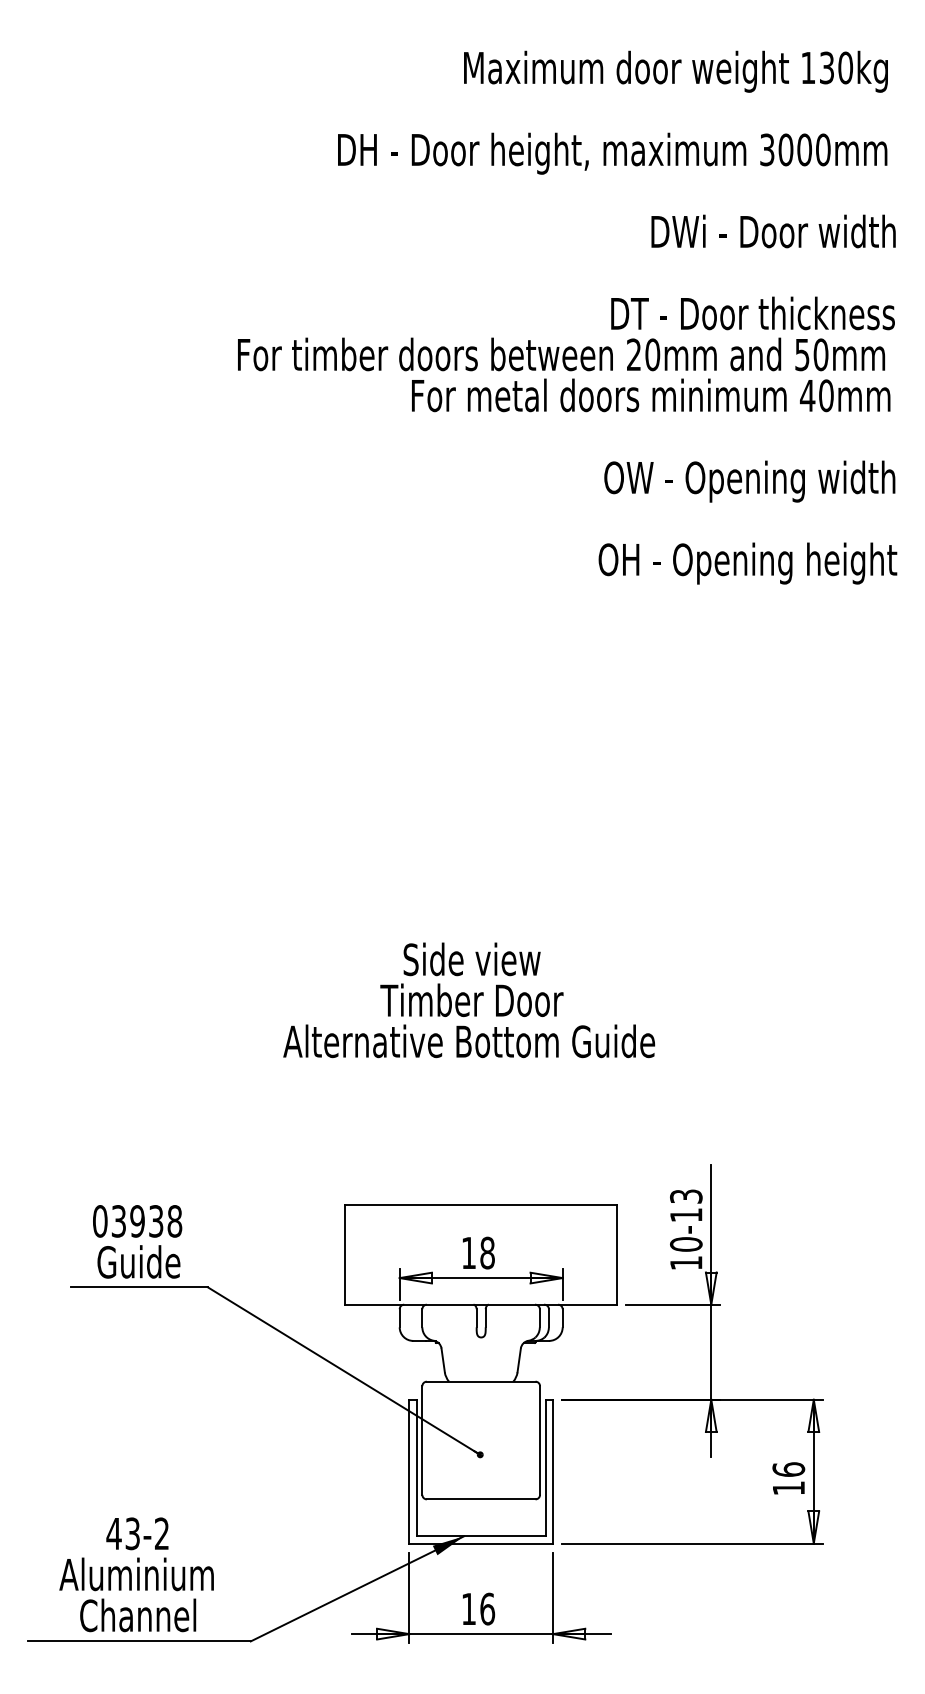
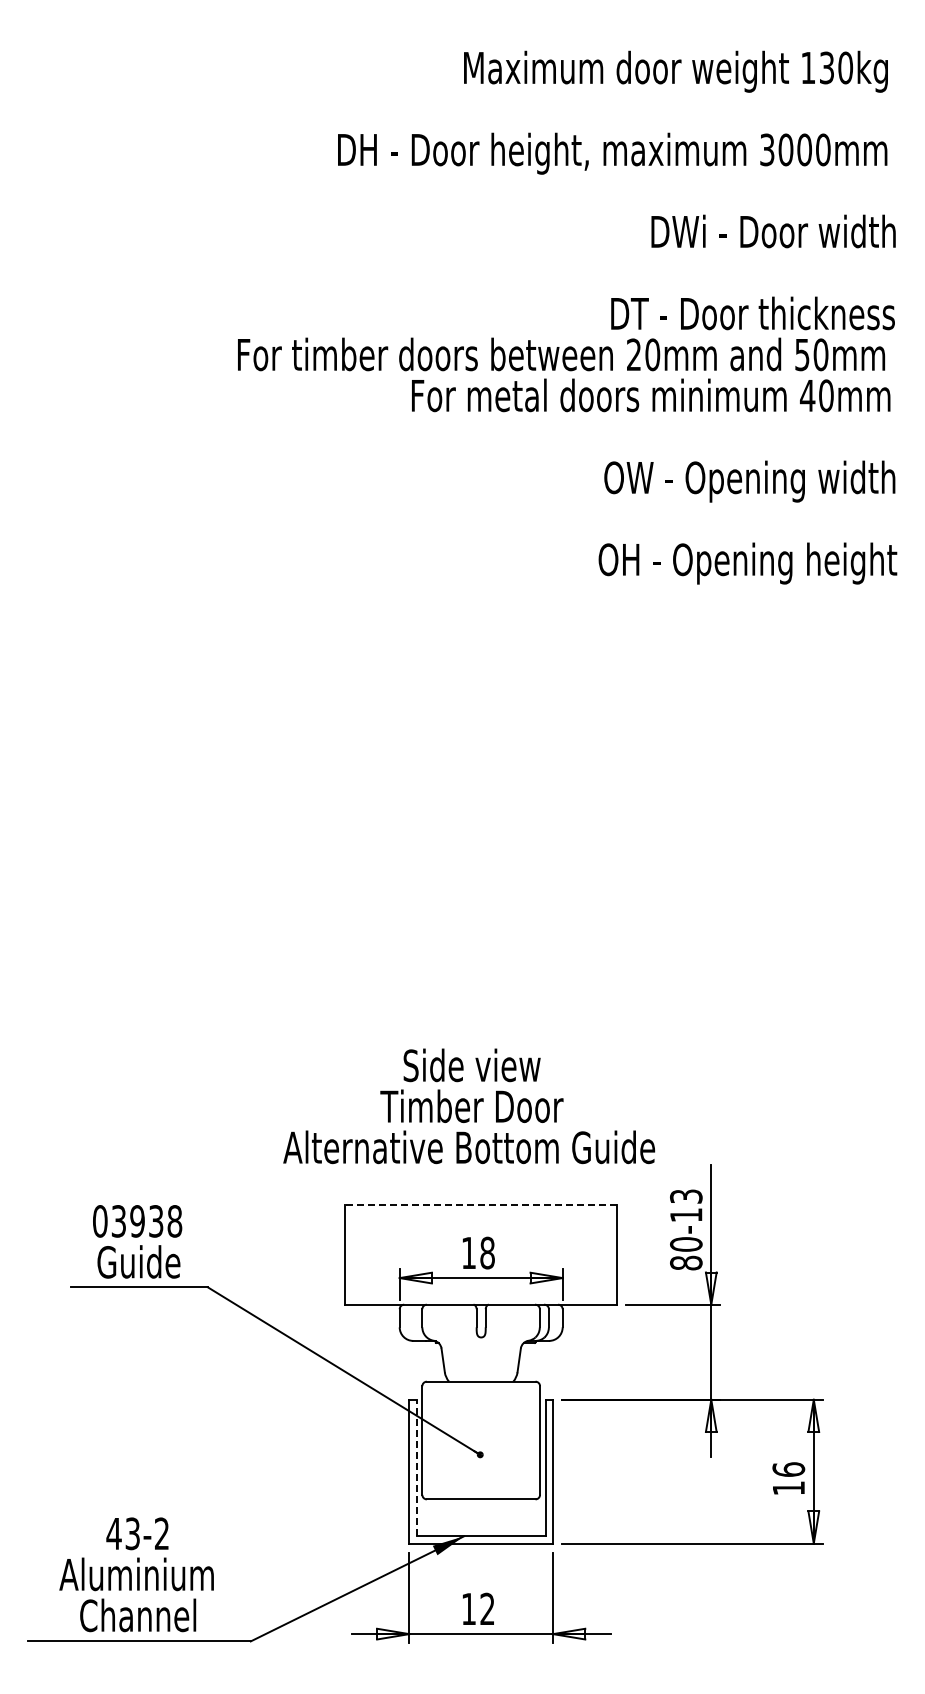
text at (469, 1000) position: (469, 1000) -> (469, 1106)
line at (481, 1205): solid -> dashed
text at (686, 1262): 10-13 -> 80-13
line at (416, 1467): solid -> dashed
text at (487, 1608): 16 -> 12
